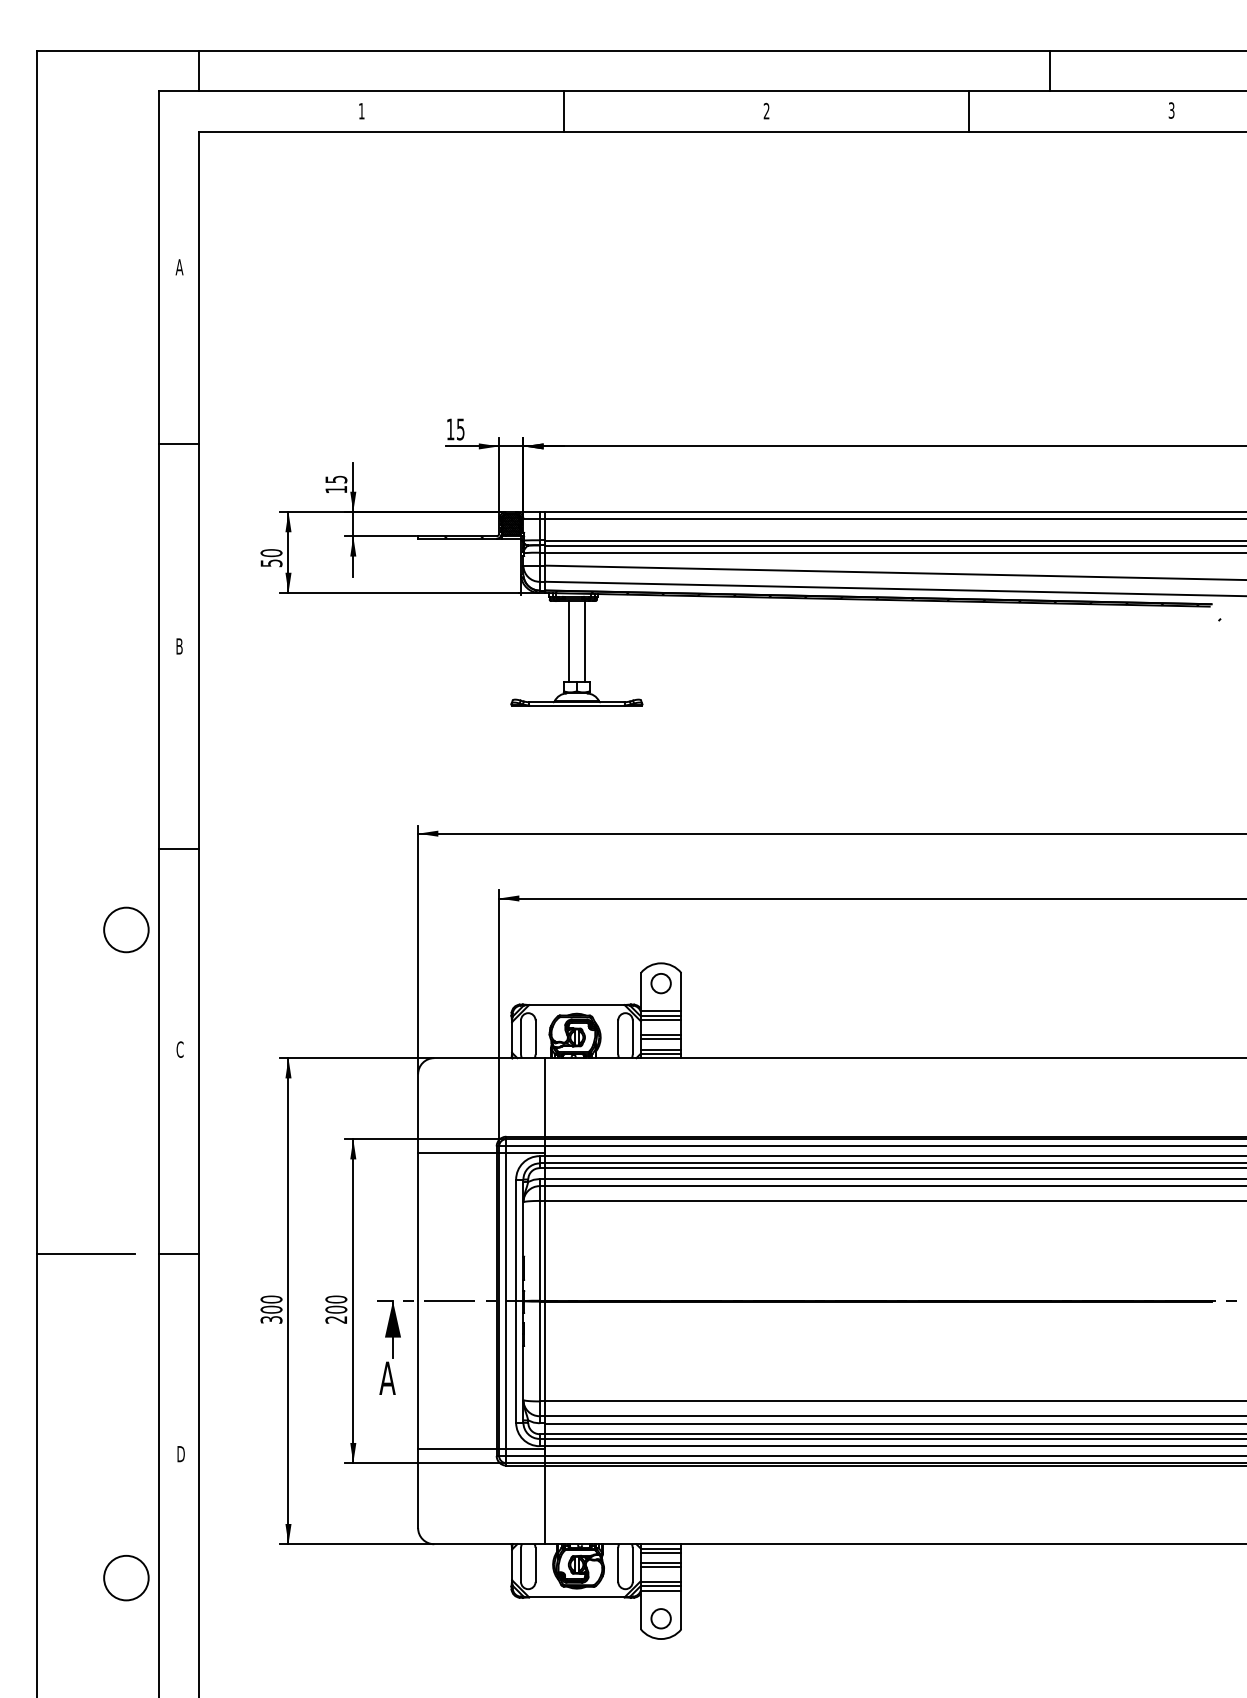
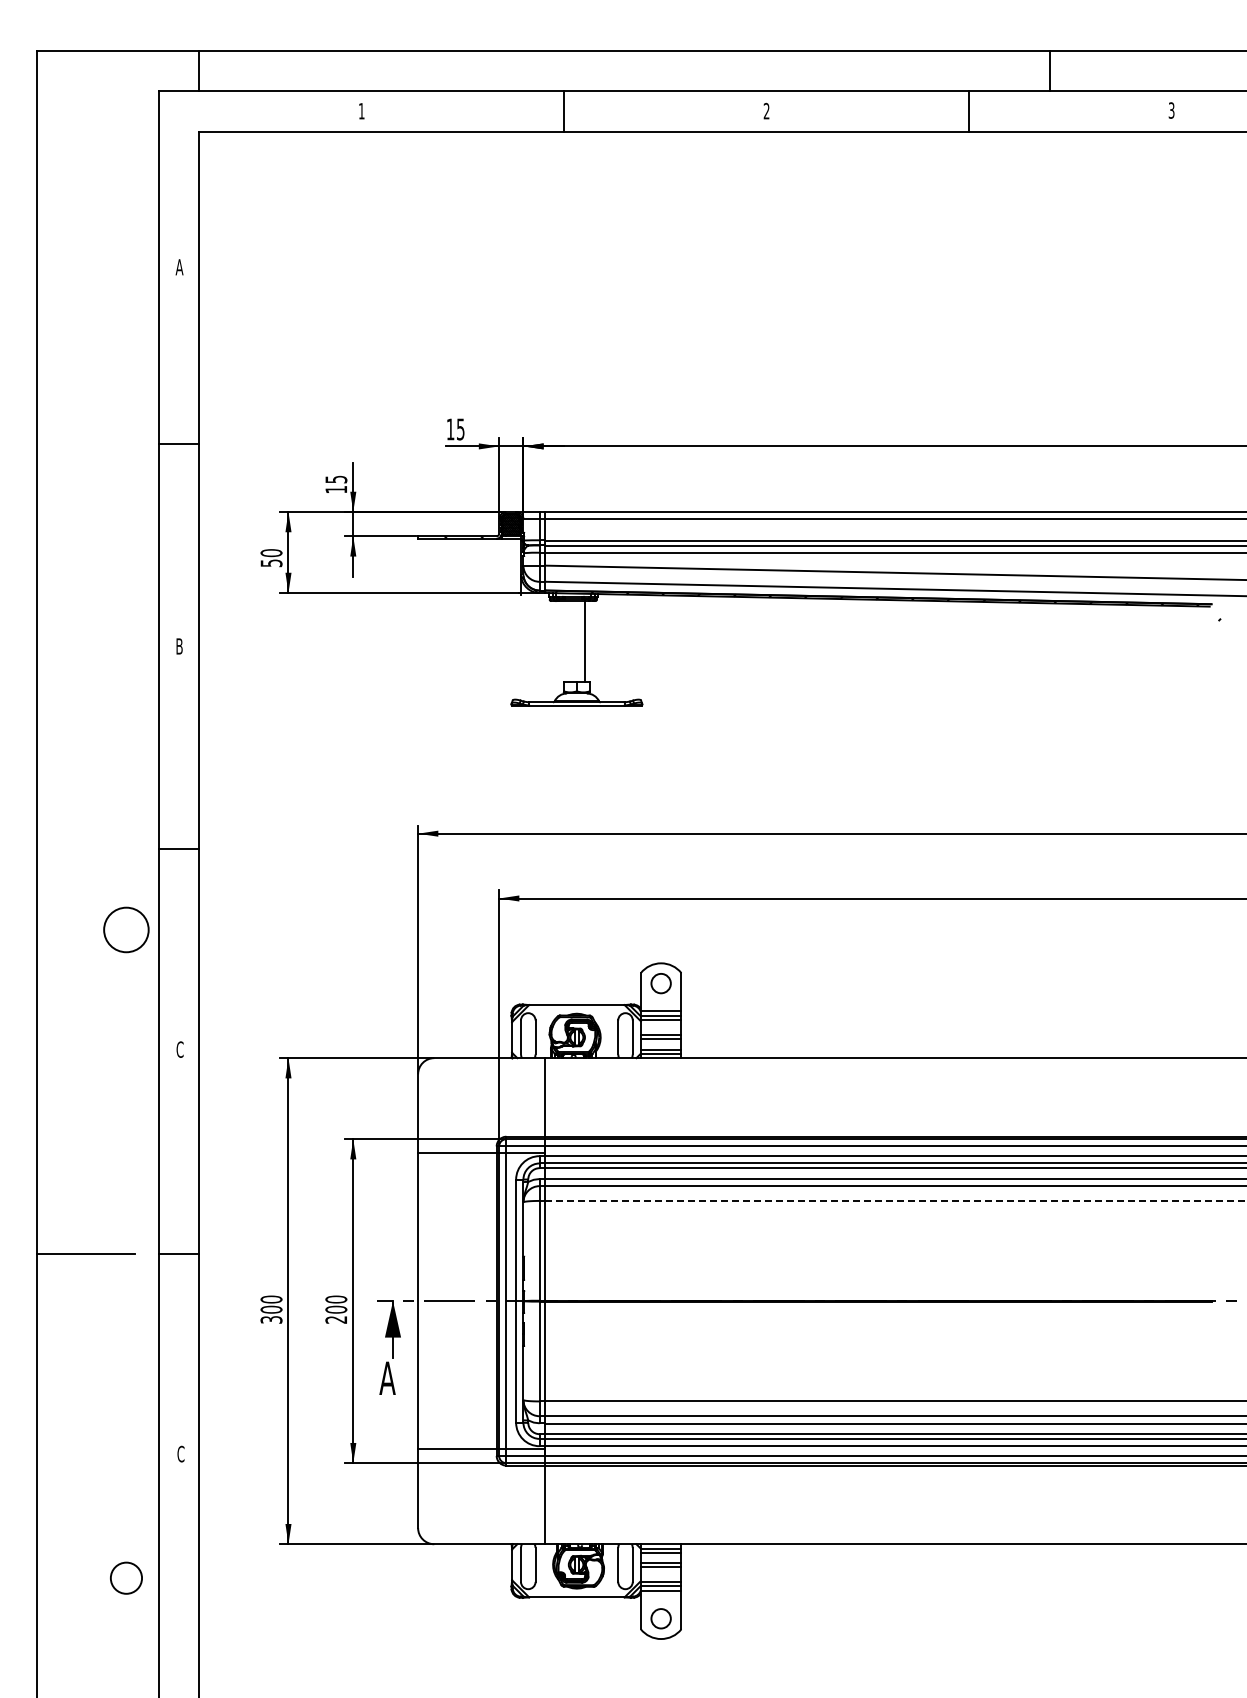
line at (568, 641): present -> none
line at (895, 1200): solid -> dashed
text at (180, 1453): D -> C
circle at (126, 1578) size: 47x47 px -> 33x34 px
